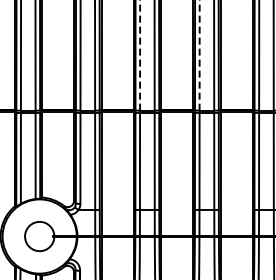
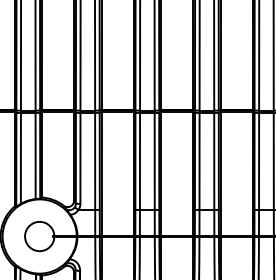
line at (140, 55): dashed -> solid
line at (199, 55): dashed -> solid
